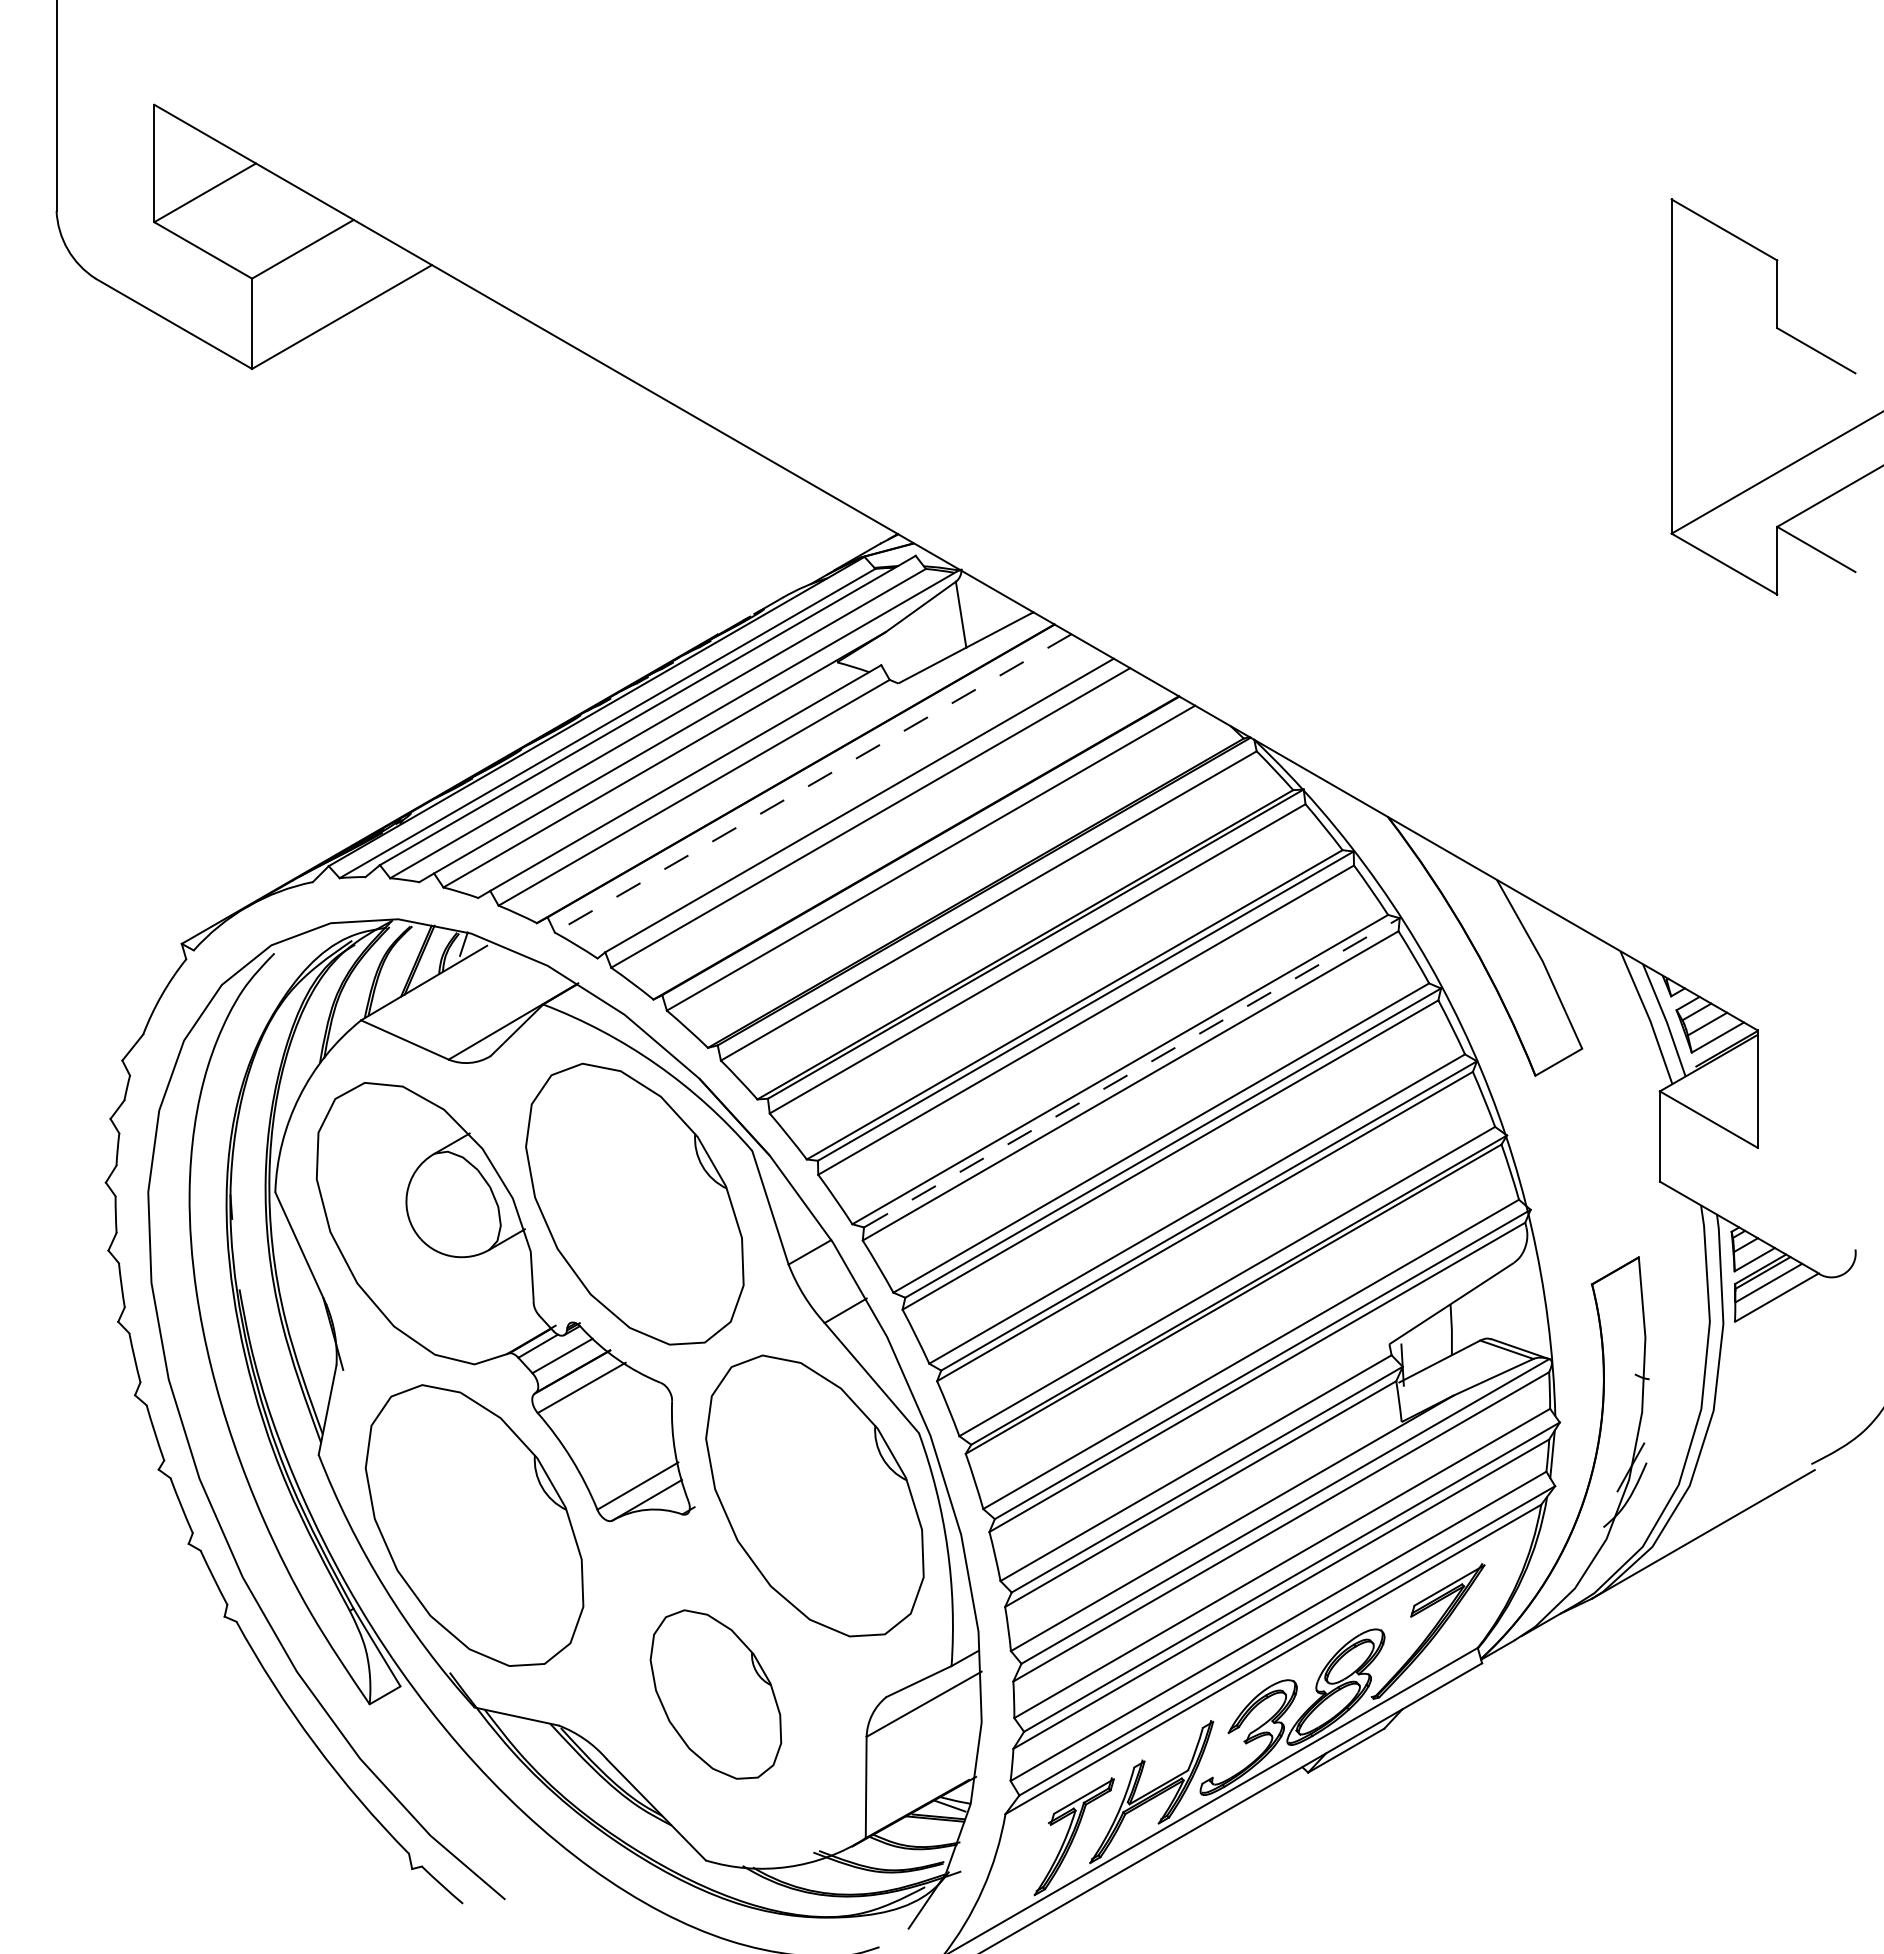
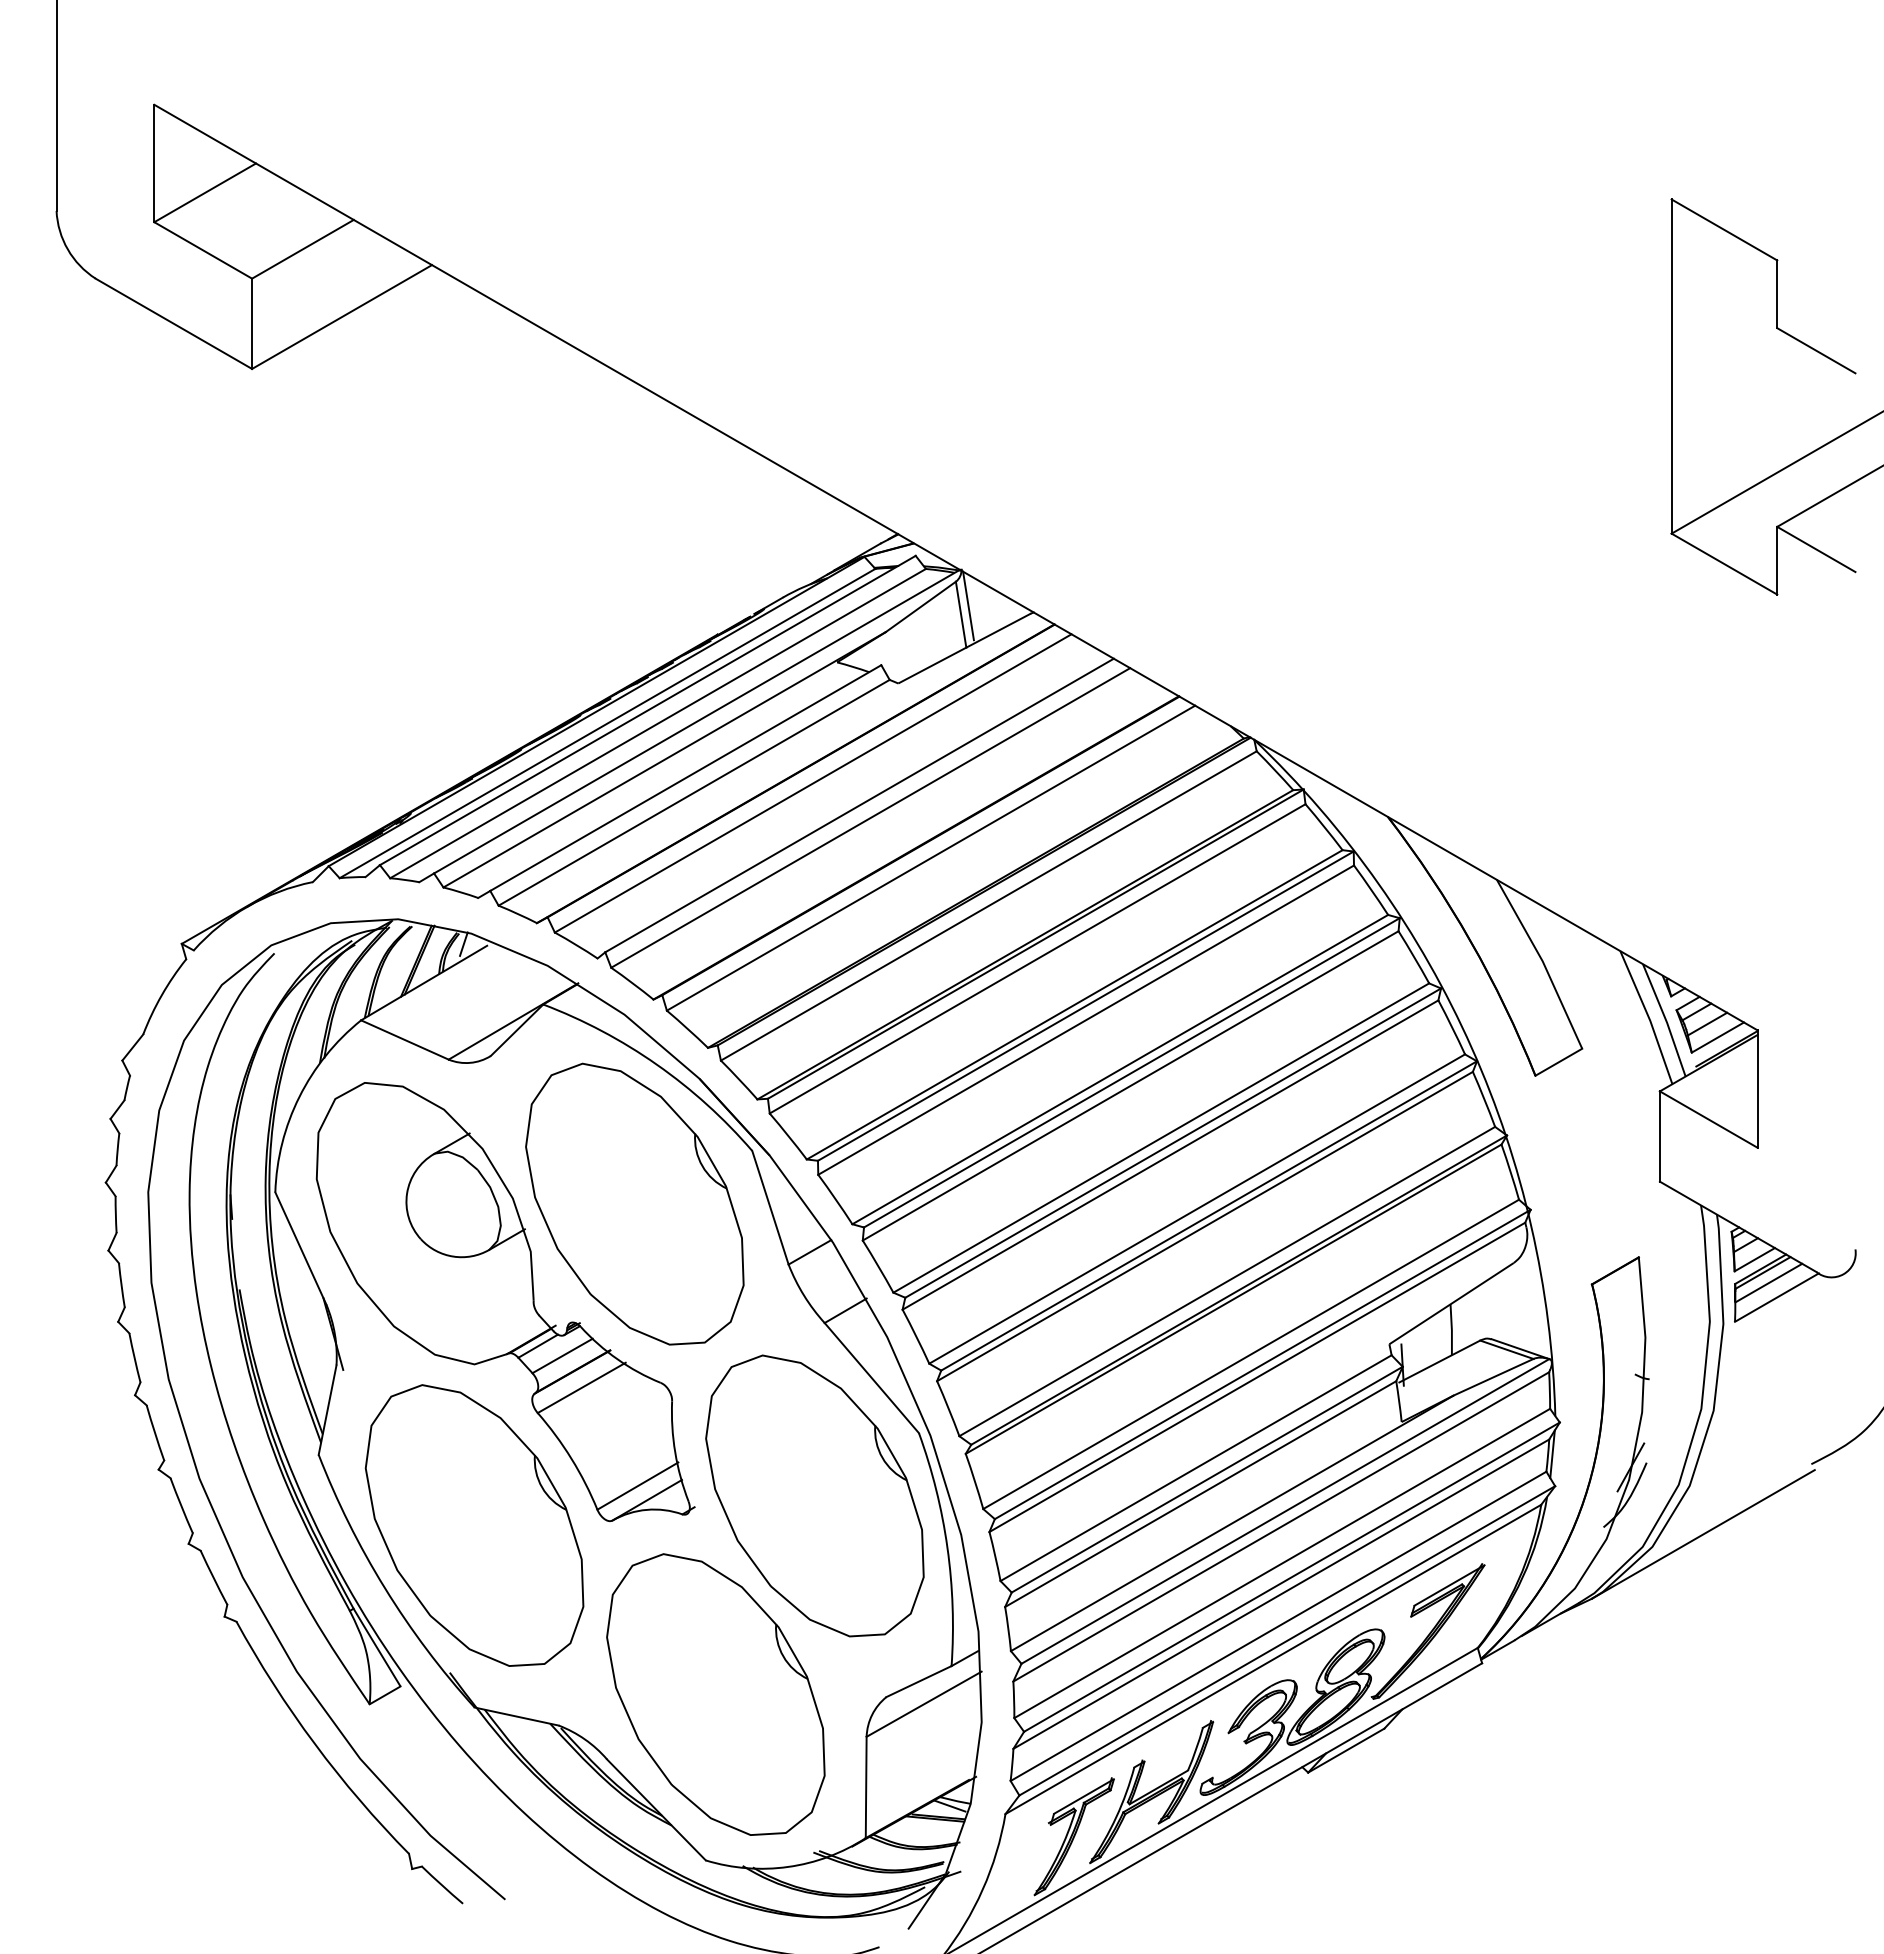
line at (968, 605): none -> present
line at (812, 783): dashed -> solid
line at (1132, 1072): dashed -> solid
part at (715, 1694) size: 134x171 px -> 220x283 px
